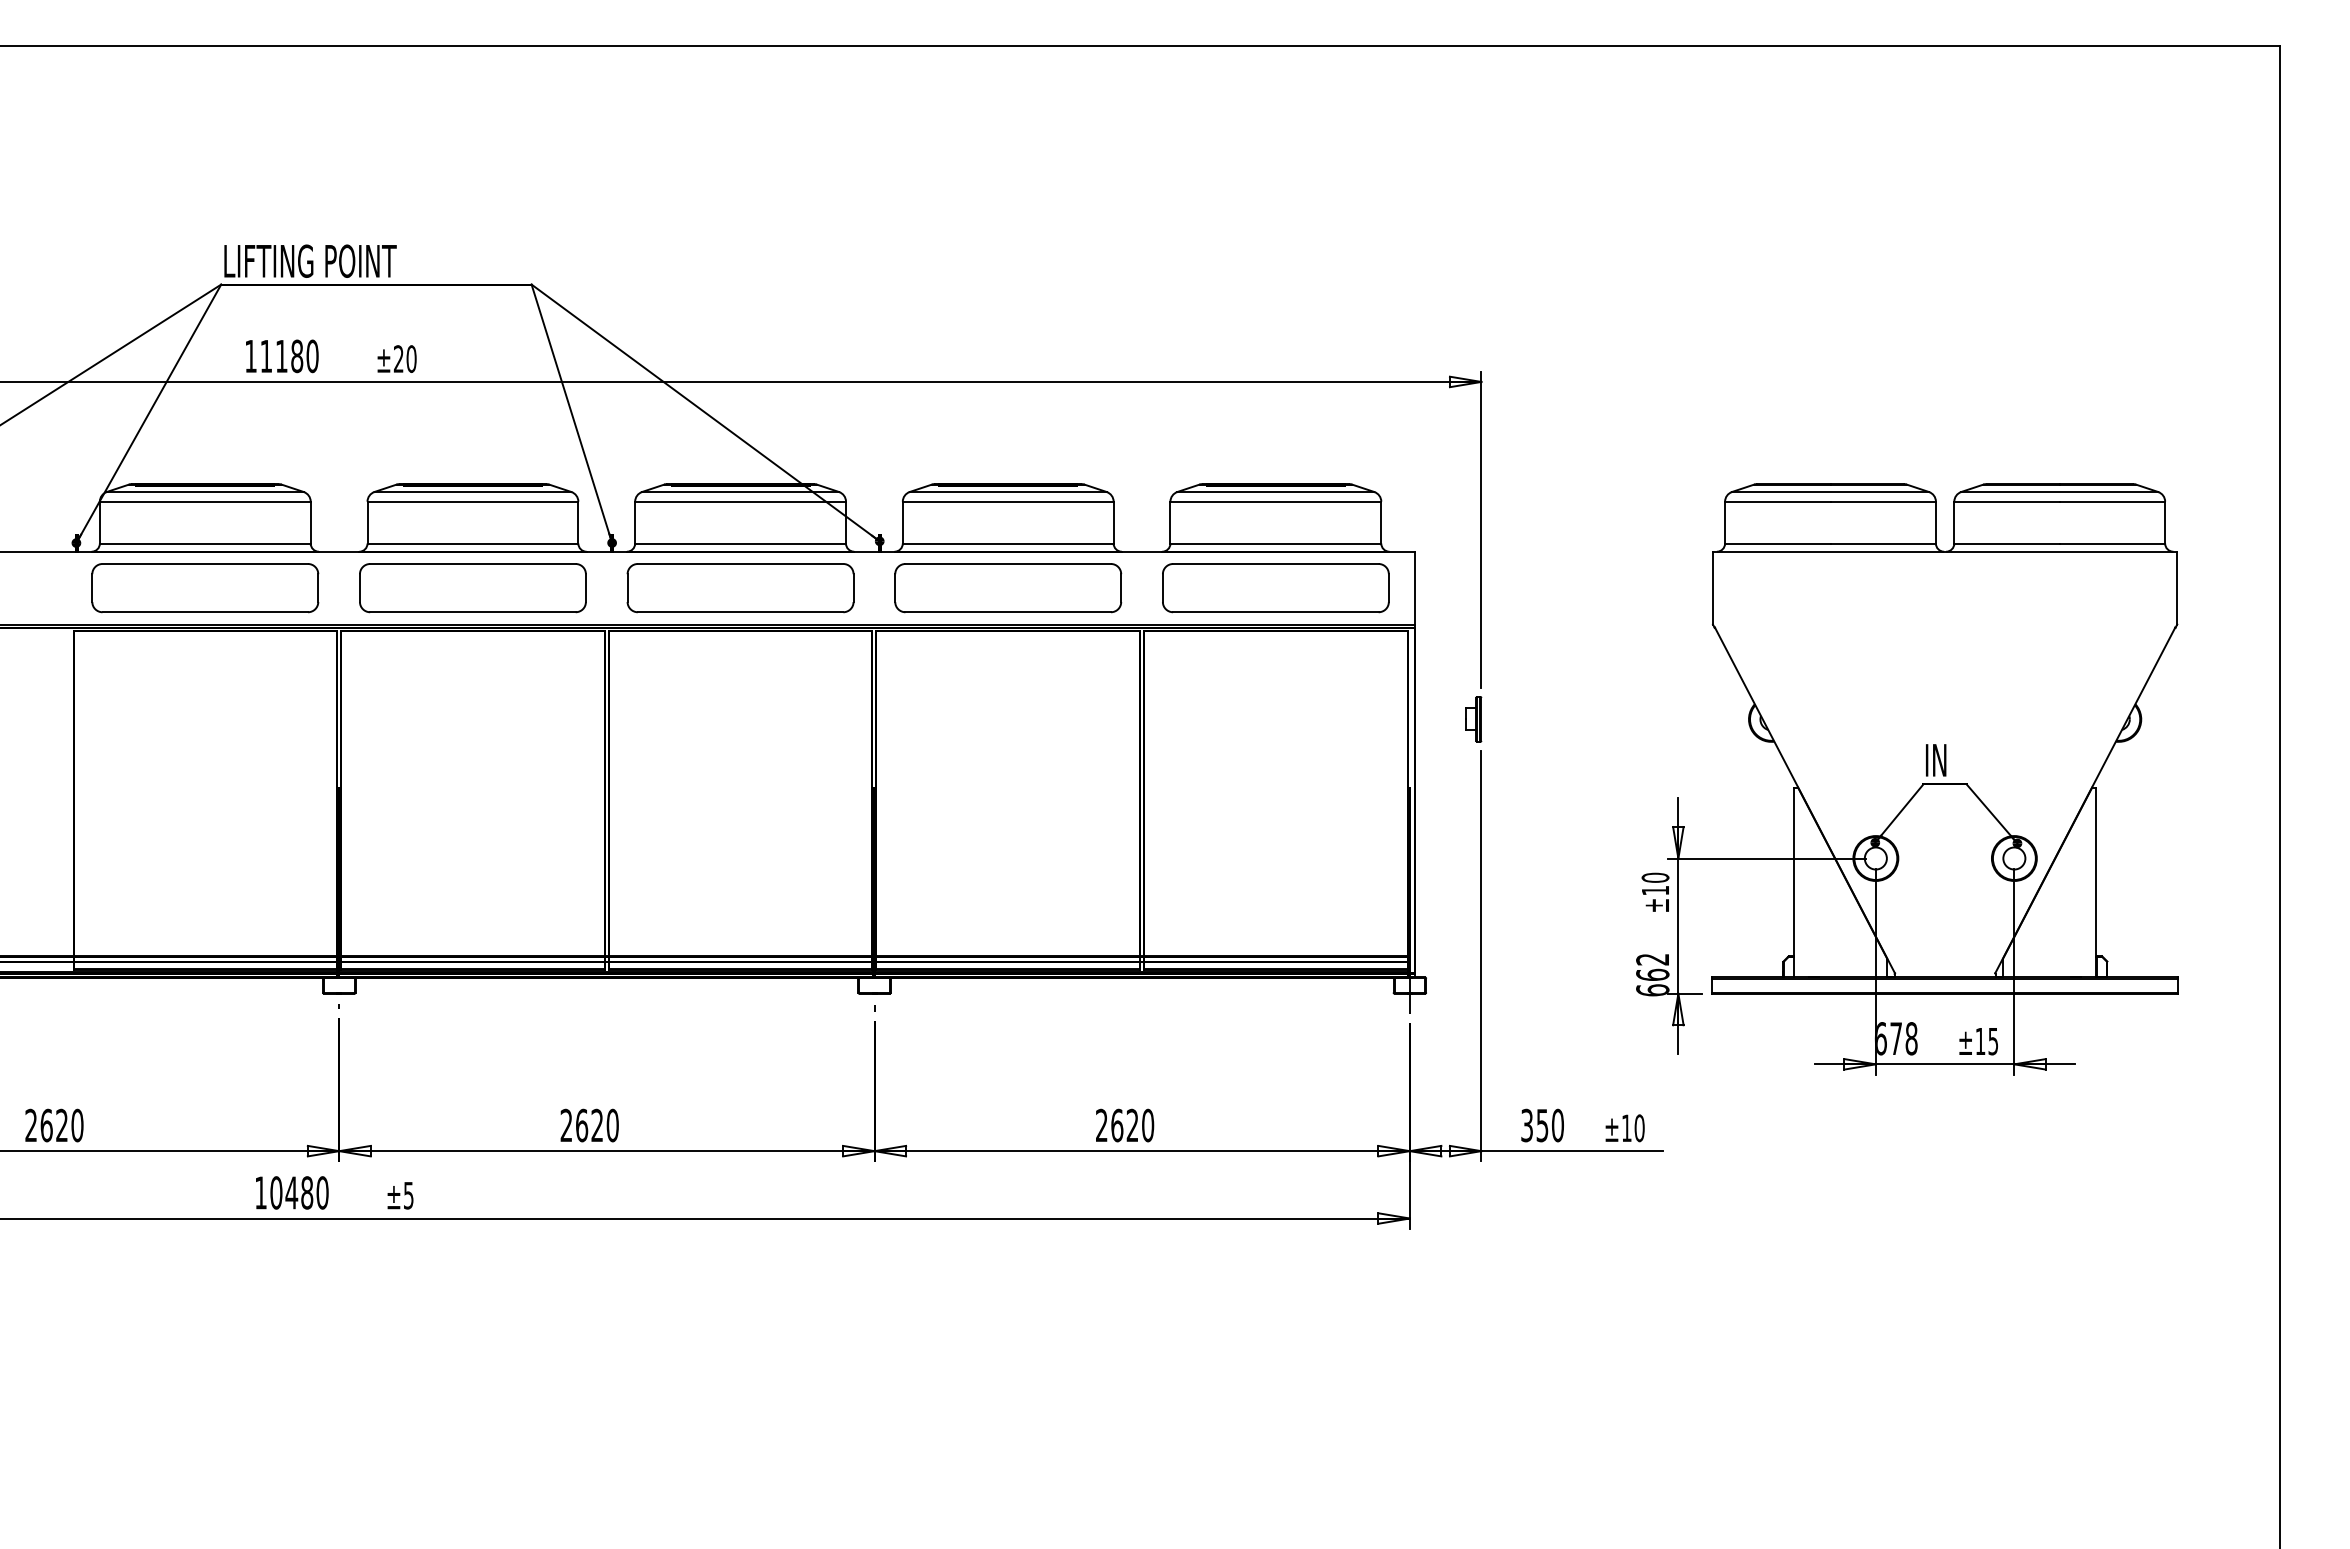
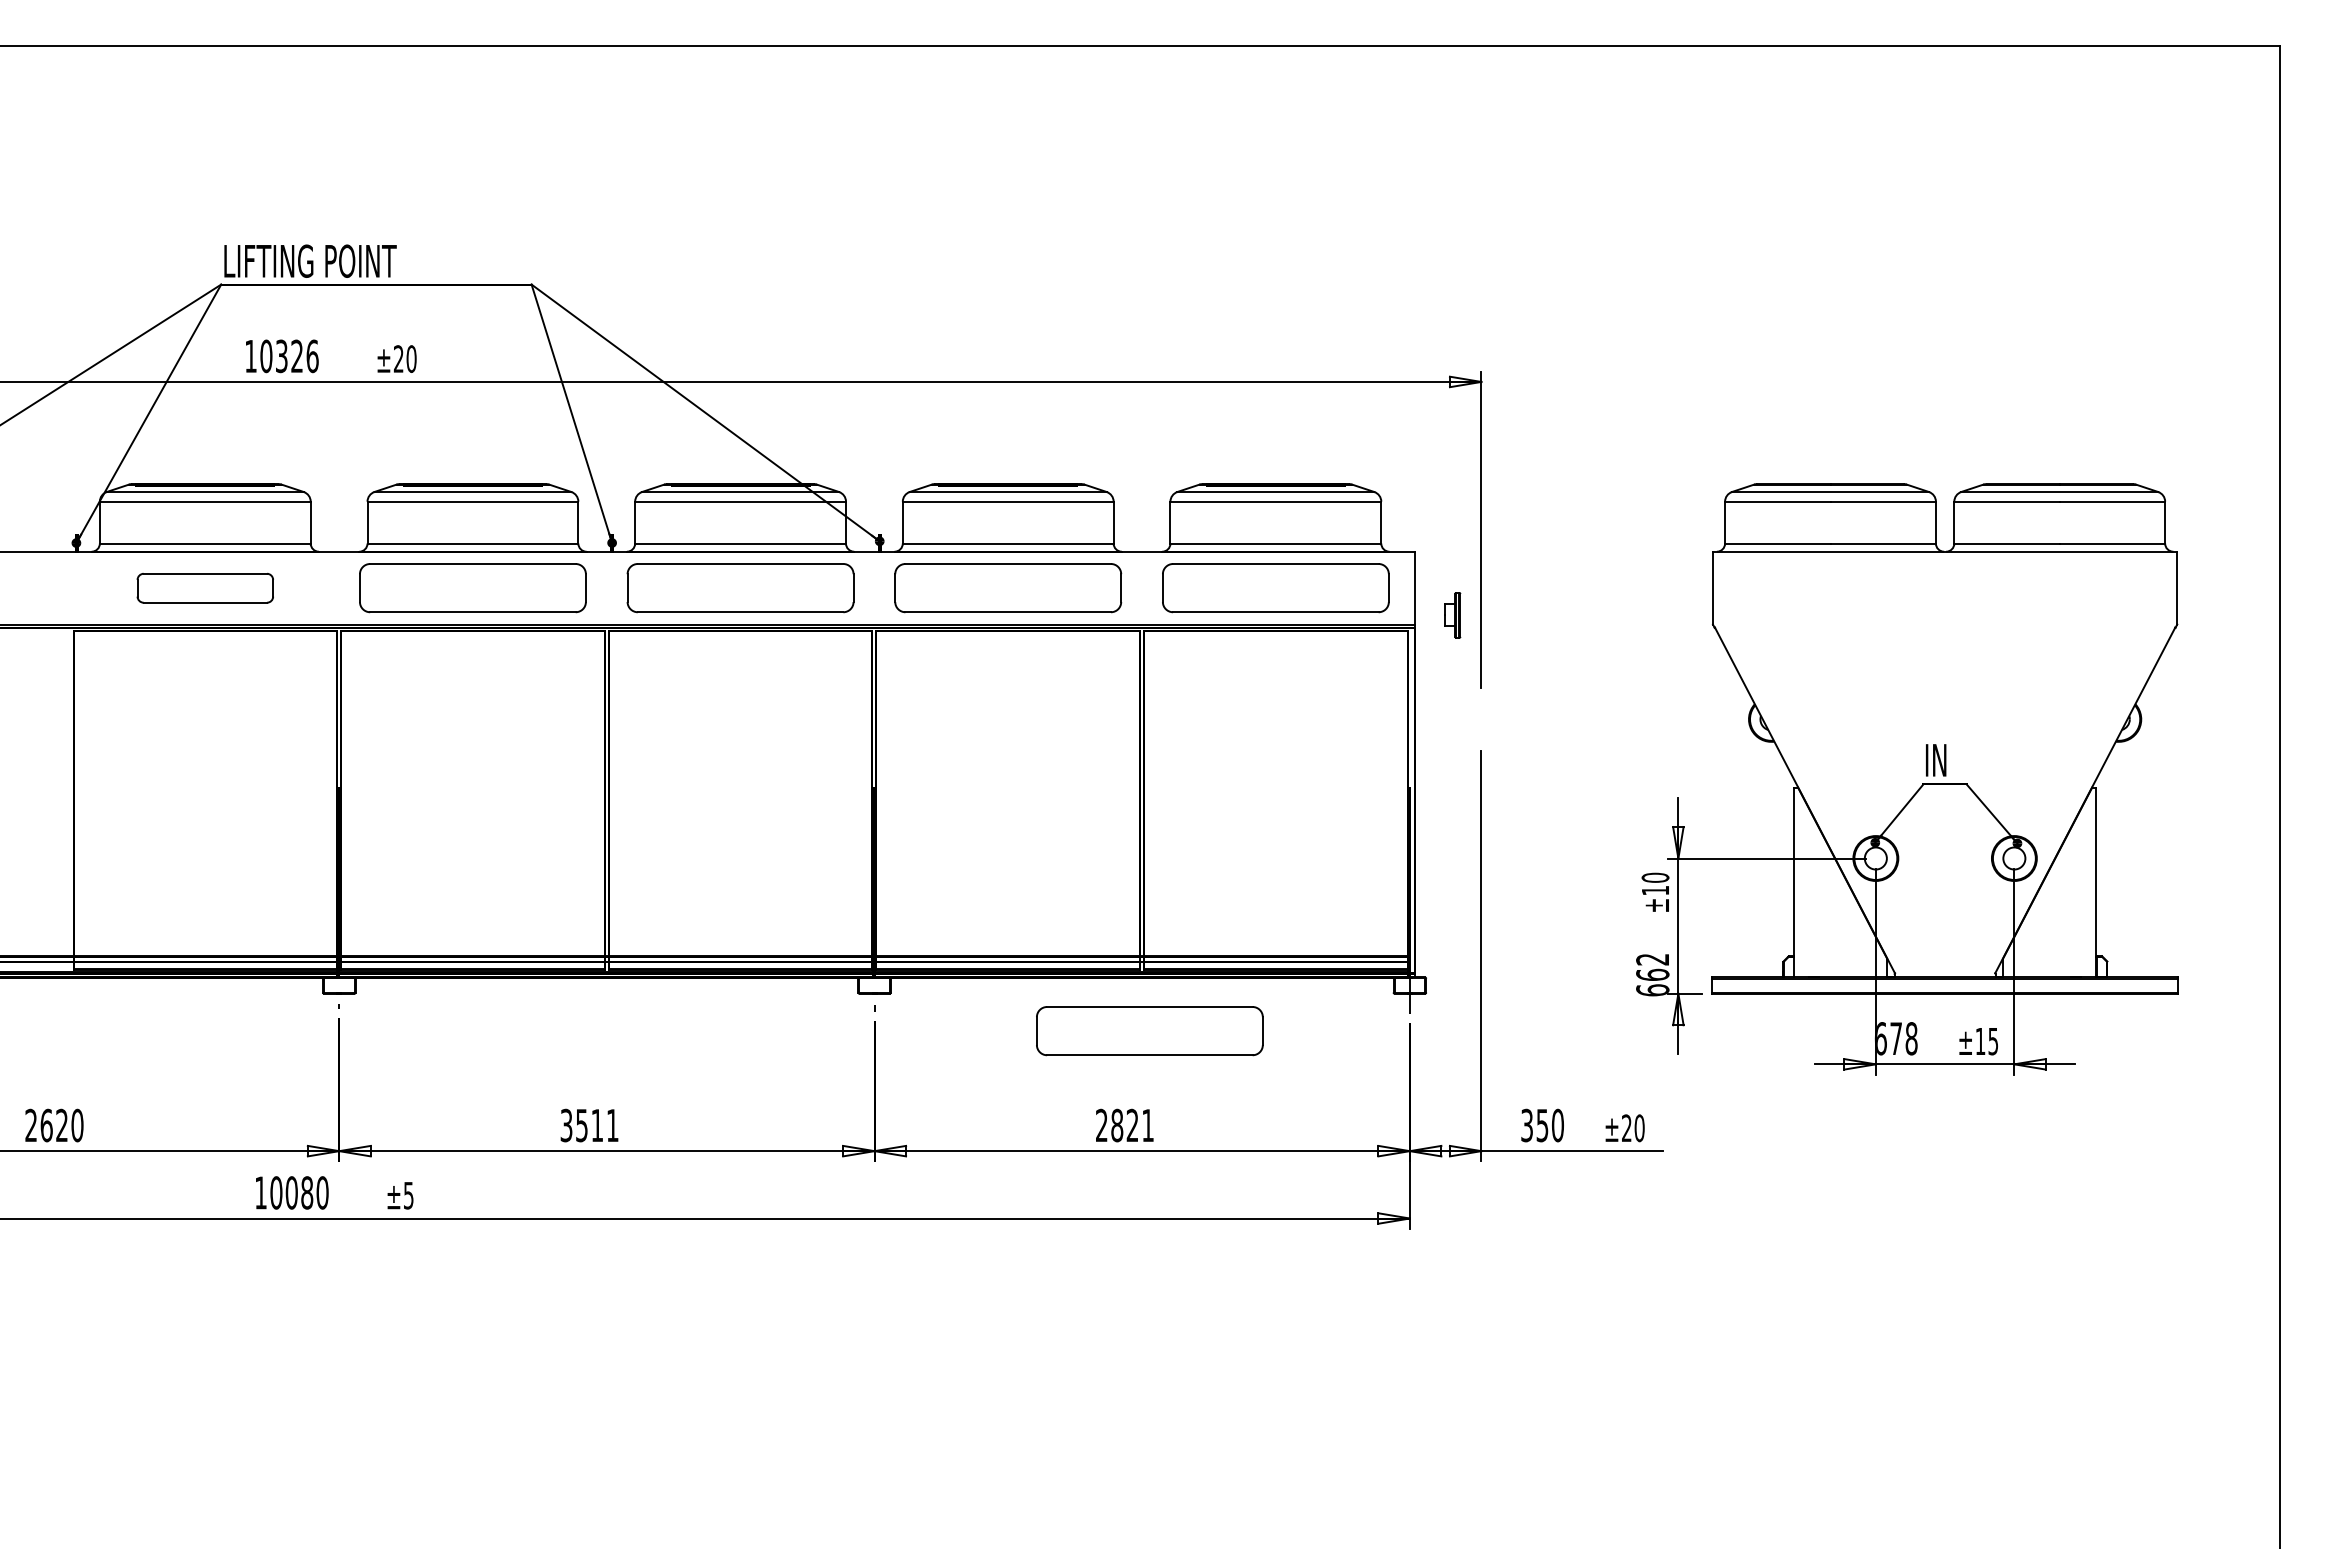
text at (289, 356): 11180 -> 10326
part at (205, 588) size: 229x51 px -> 138x32 px
part at (1473, 719) position: (1473, 719) -> (1452, 615)
part at (1149, 1031): none -> present
text at (589, 1125): 2620 -> 3511
text at (1132, 1125): 2620 -> 2821
text at (1626, 1127): ±10 -> ±20
text at (291, 1192): 10480 -> 10080
